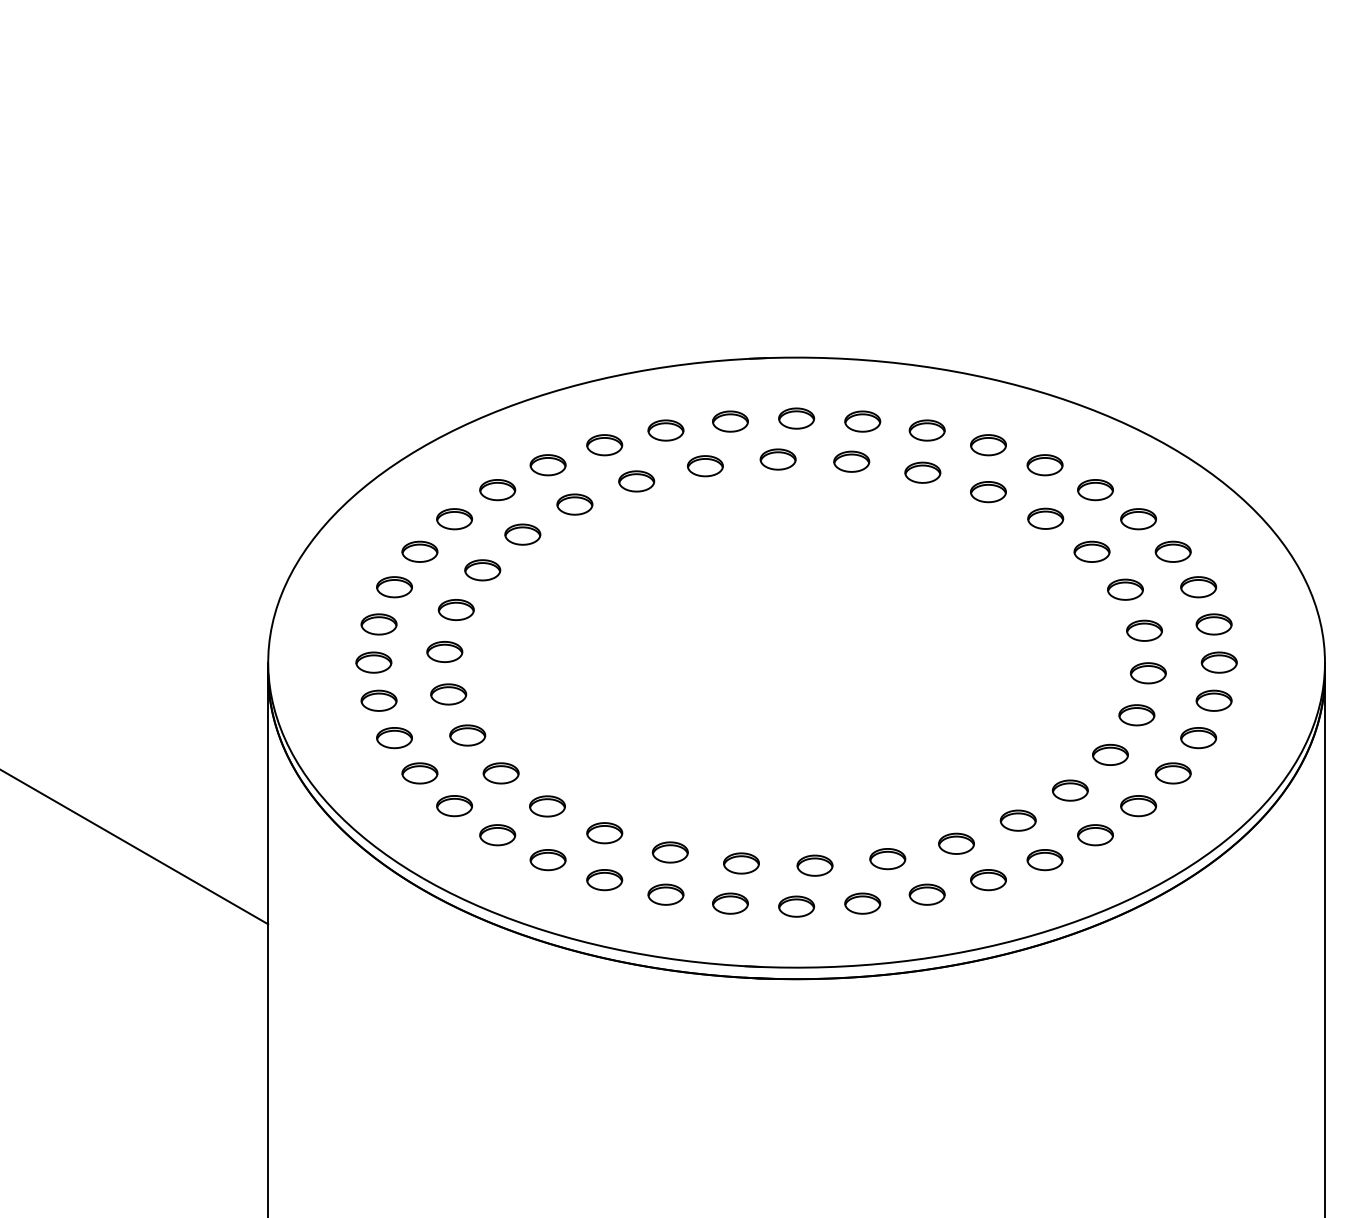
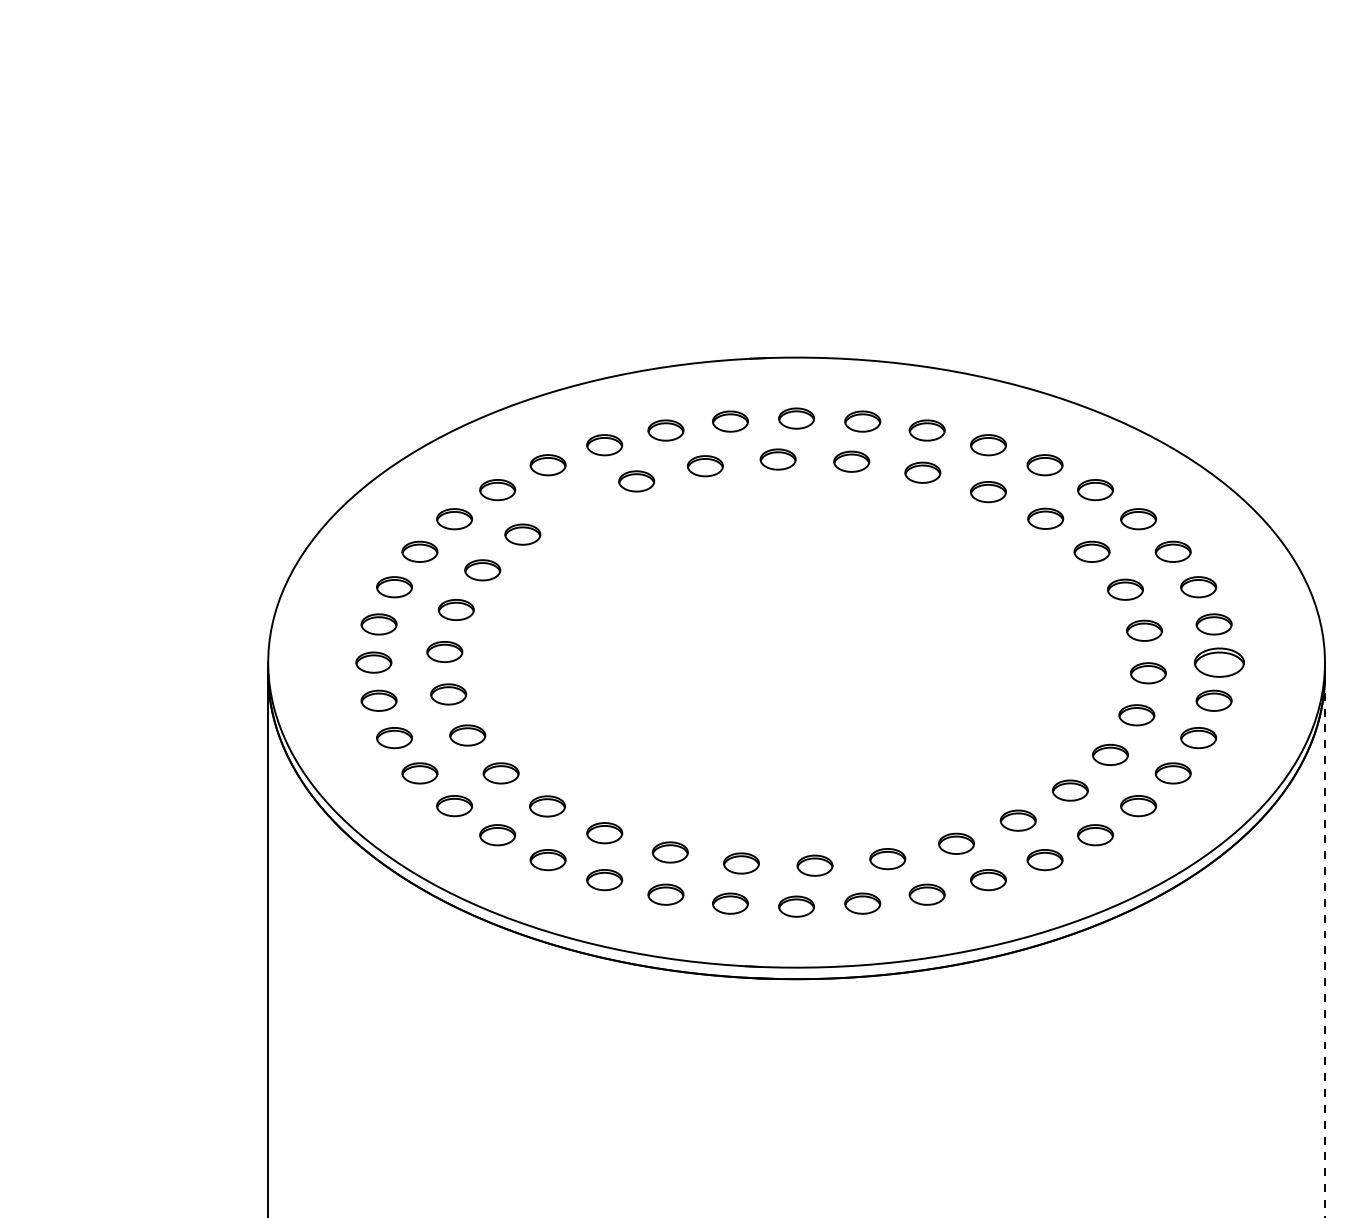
part at (574, 504): present -> none
part at (1218, 662) size: 38x23 px -> 51x31 px
line at (135, 847): present -> none
line at (1325, 945): solid -> dashed
